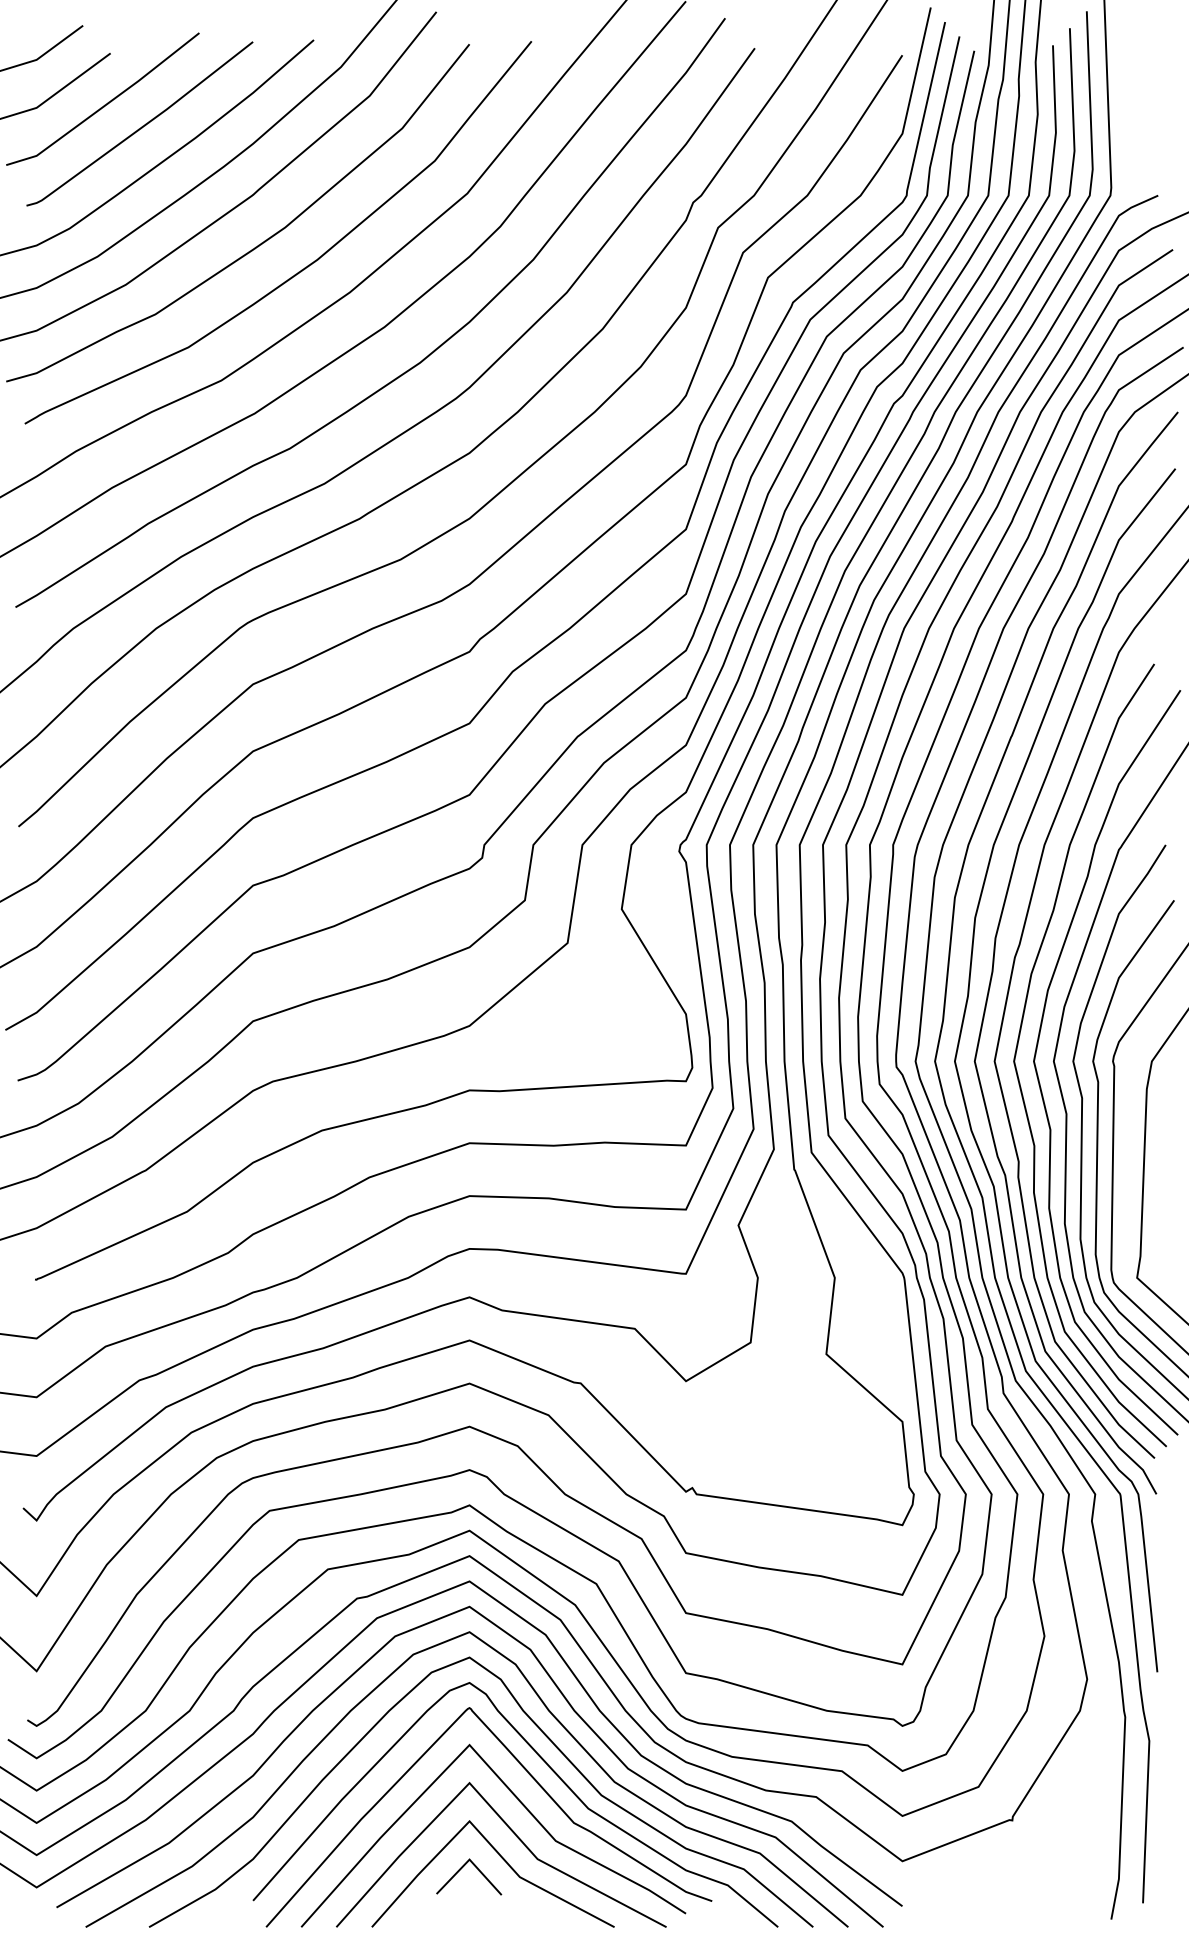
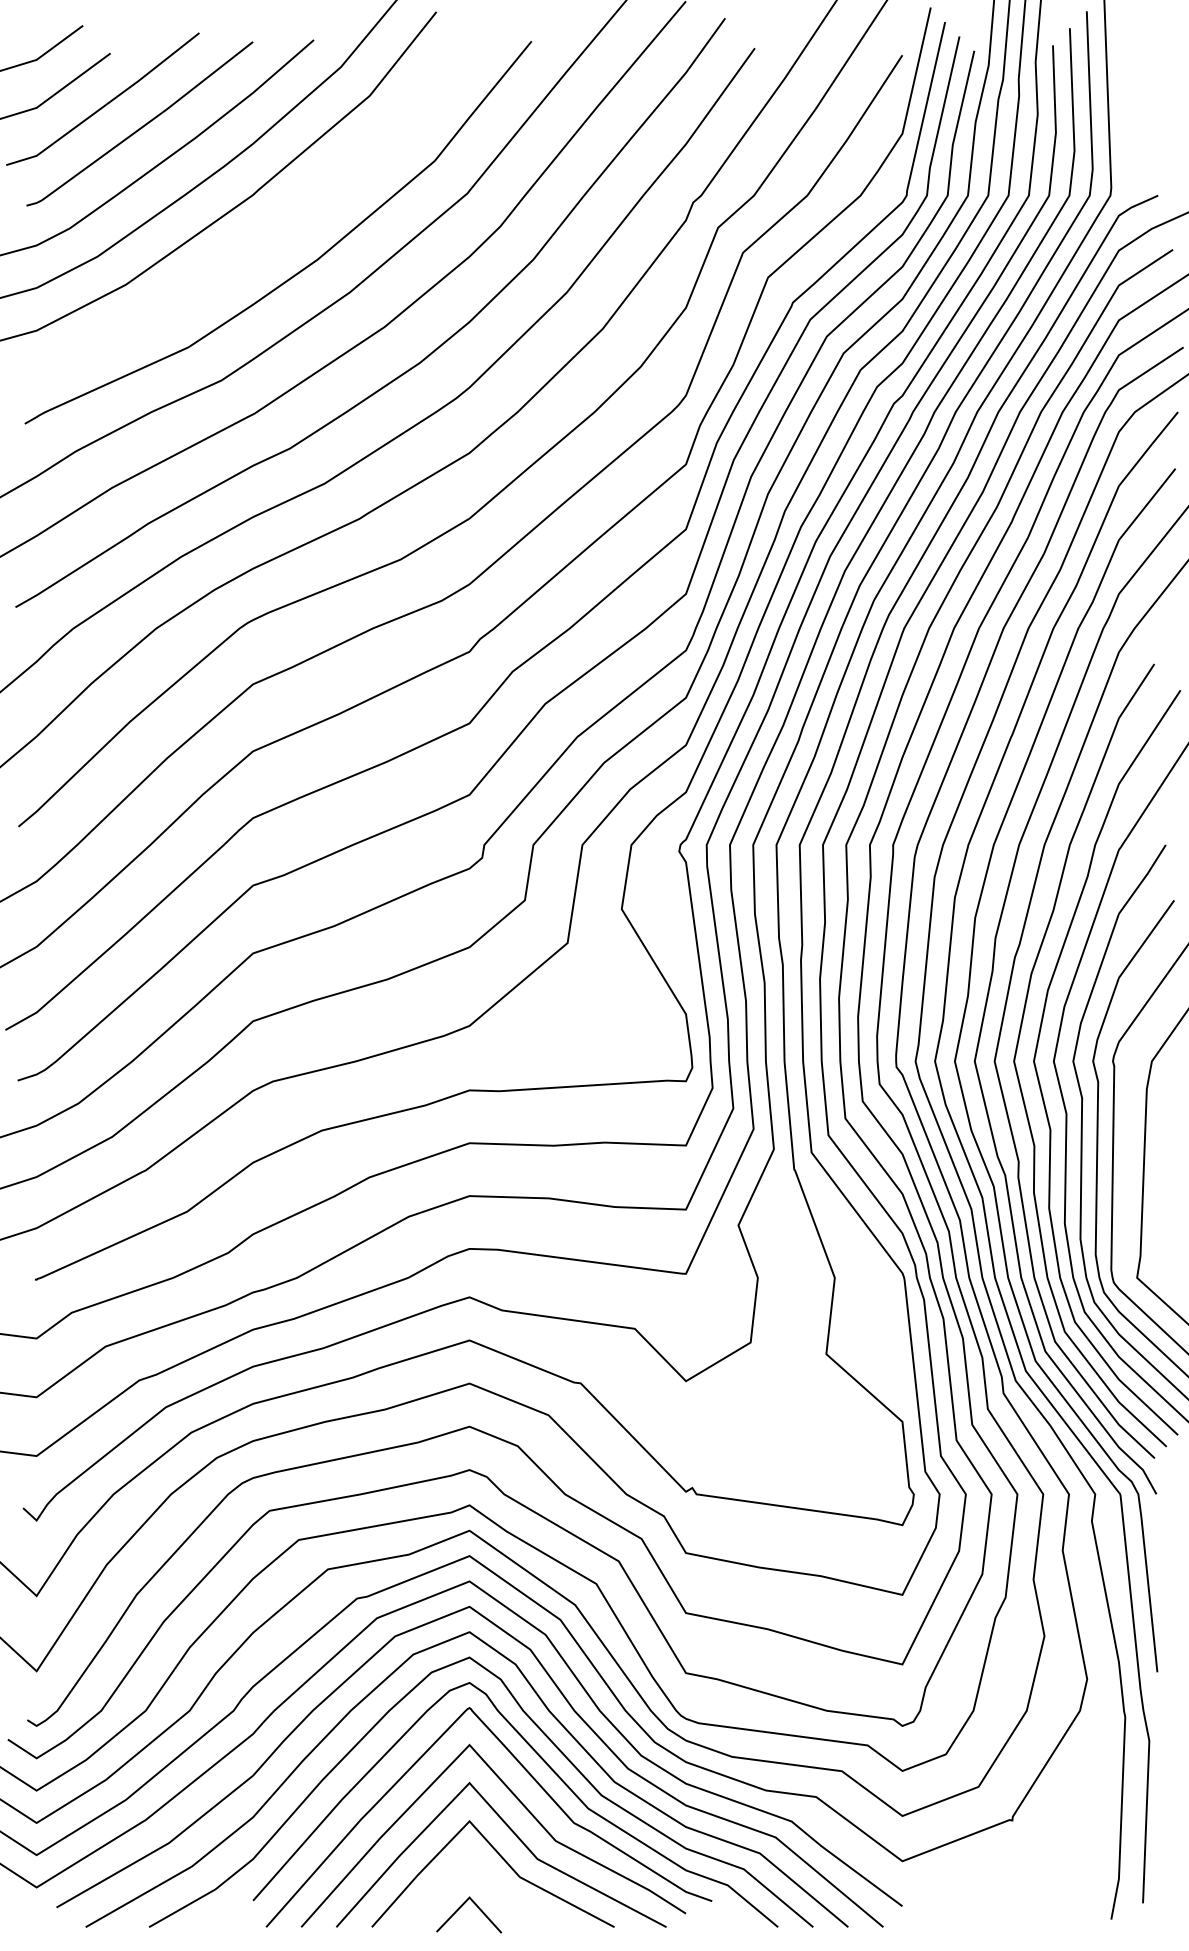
curve at (258, 244): present -> none
line at (462, 1868) position: (462, 1868) -> (462, 1906)
